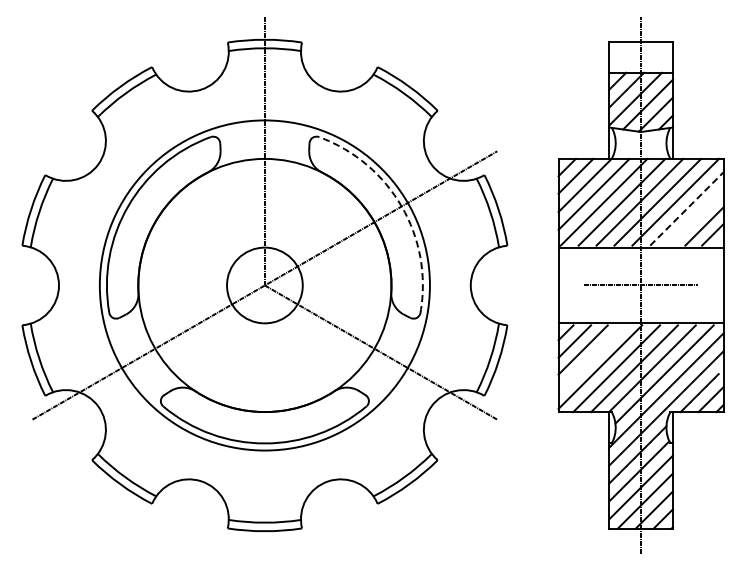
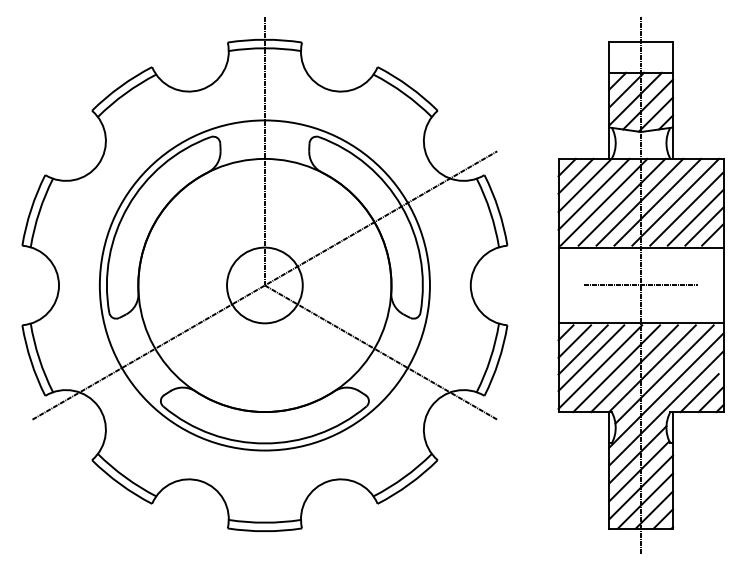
arc at (401, 206): dashed -> solid
line at (686, 208): dashed -> solid
line at (695, 217): none -> present
line at (591, 358): none -> present
